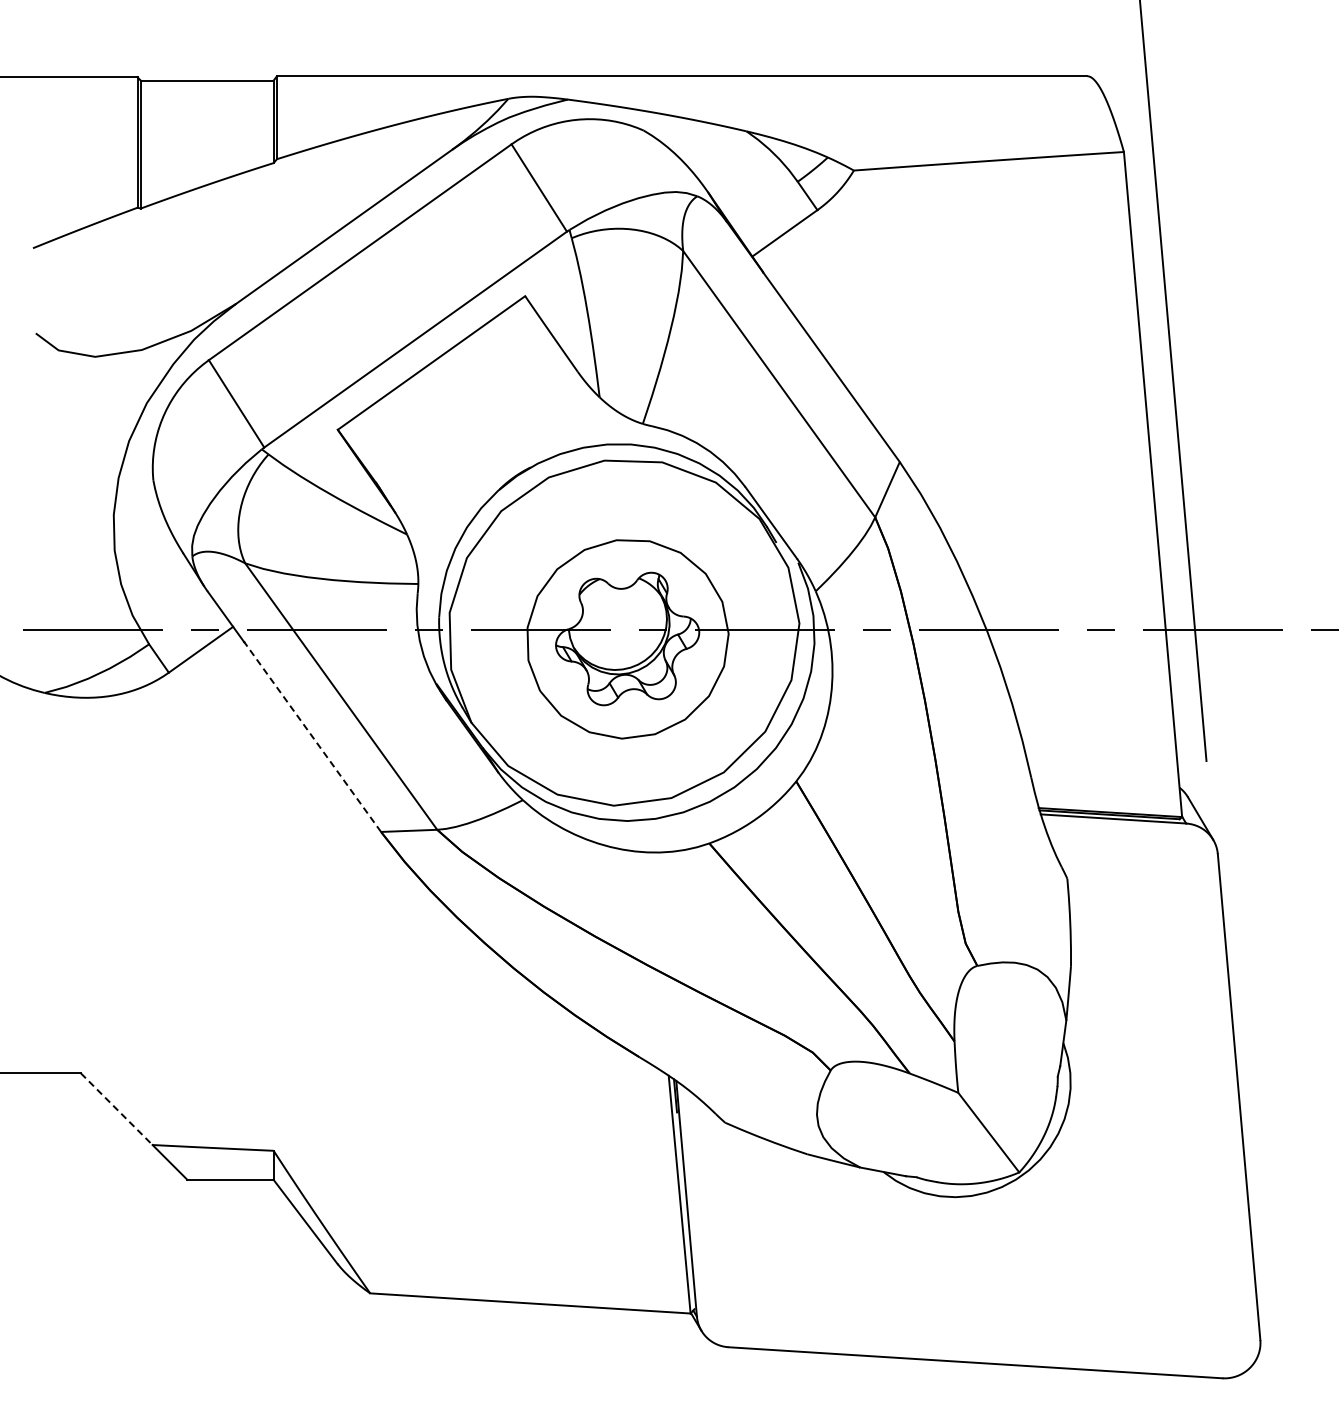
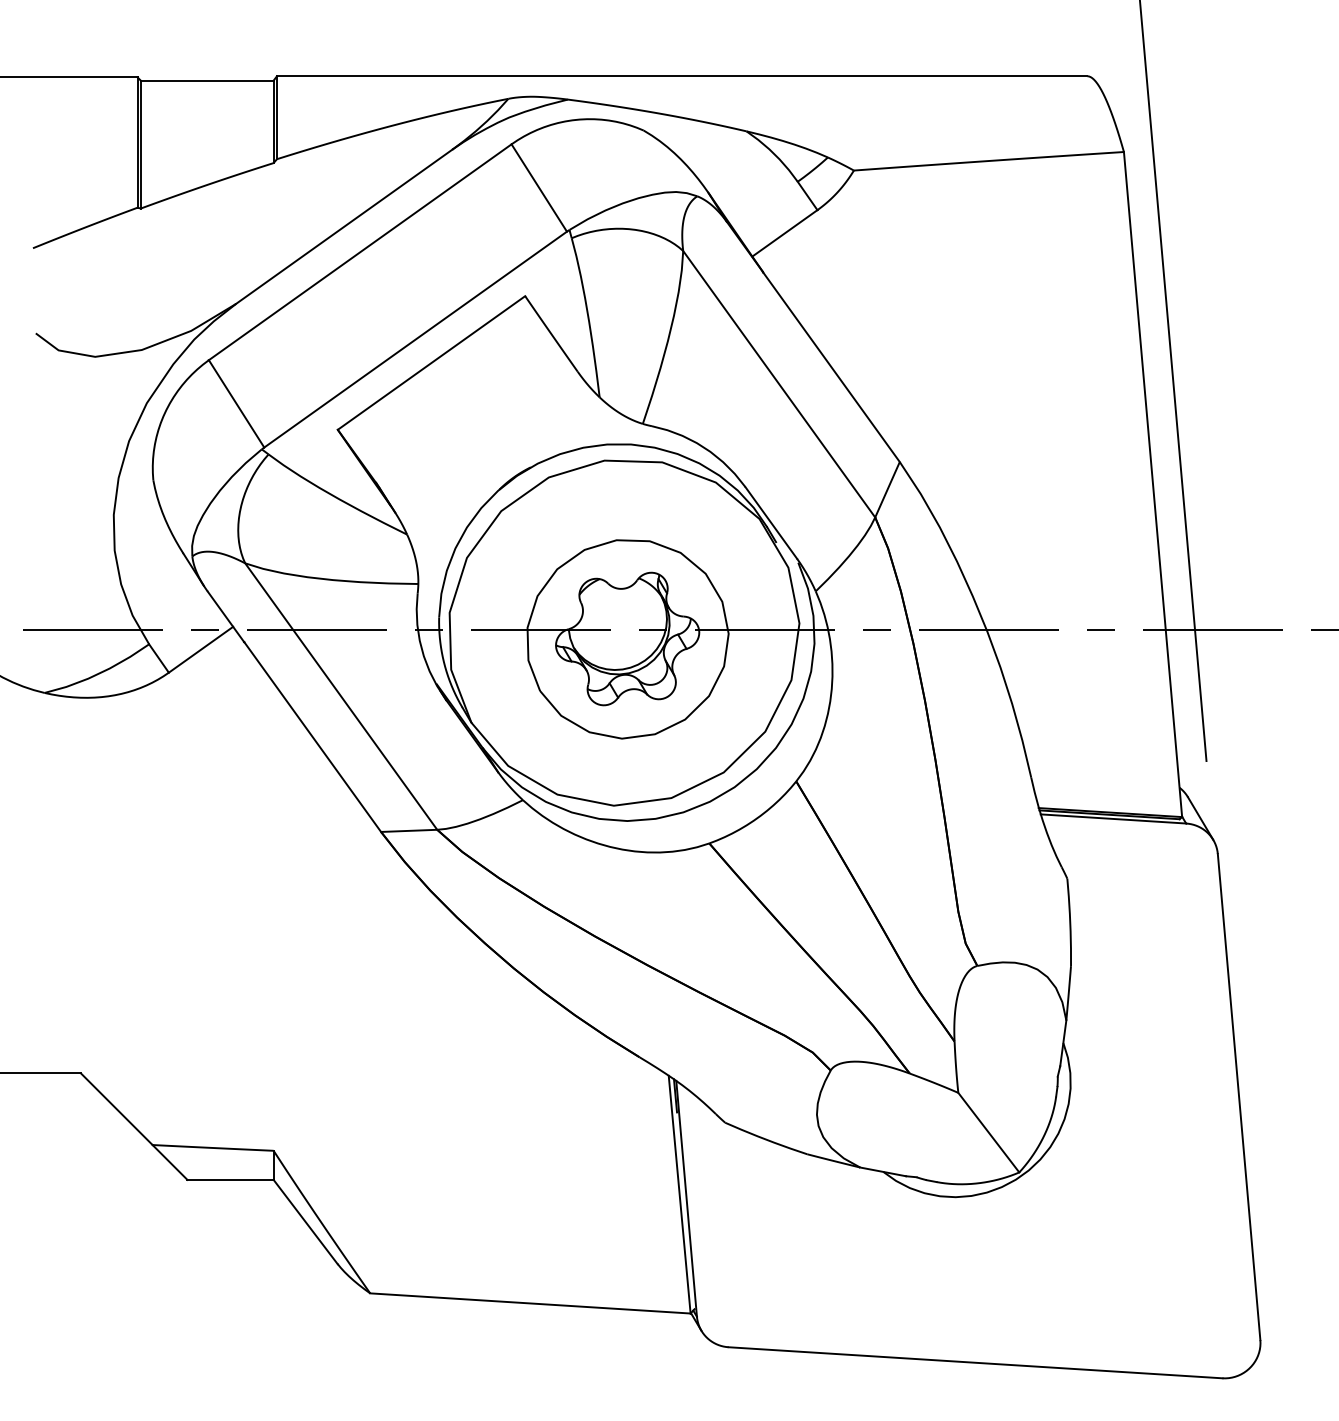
line at (312, 737): dashed -> solid
line at (116, 1109): dashed -> solid
